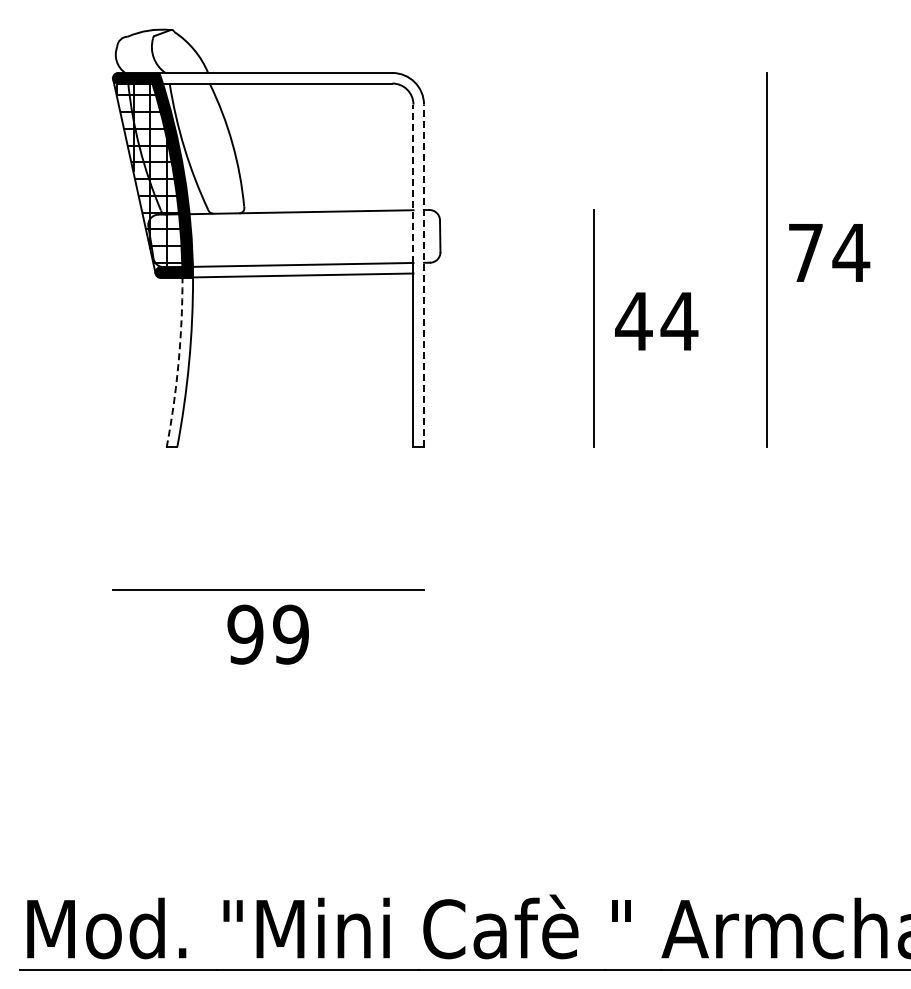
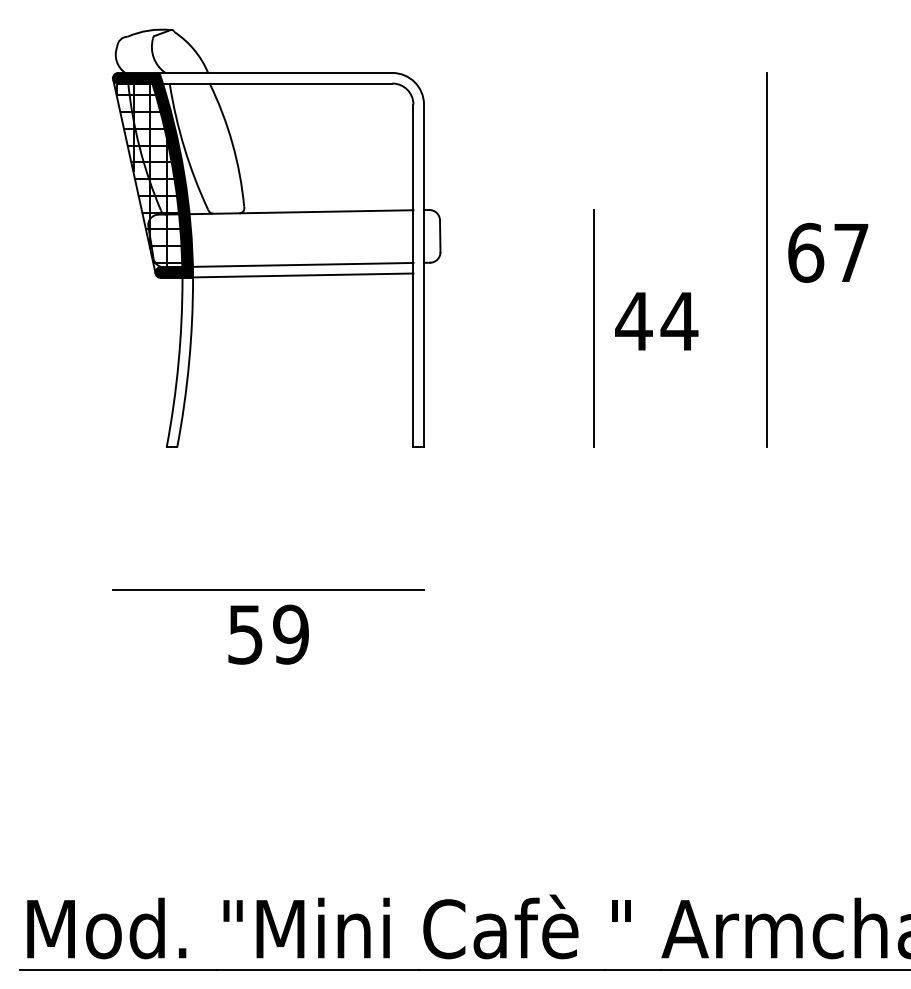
line at (413, 183): dashed -> solid
text at (829, 252): 74 -> 67
line at (424, 275): dashed -> solid
arc at (178, 363): dashed -> solid
text at (245, 634): 99 -> 59
